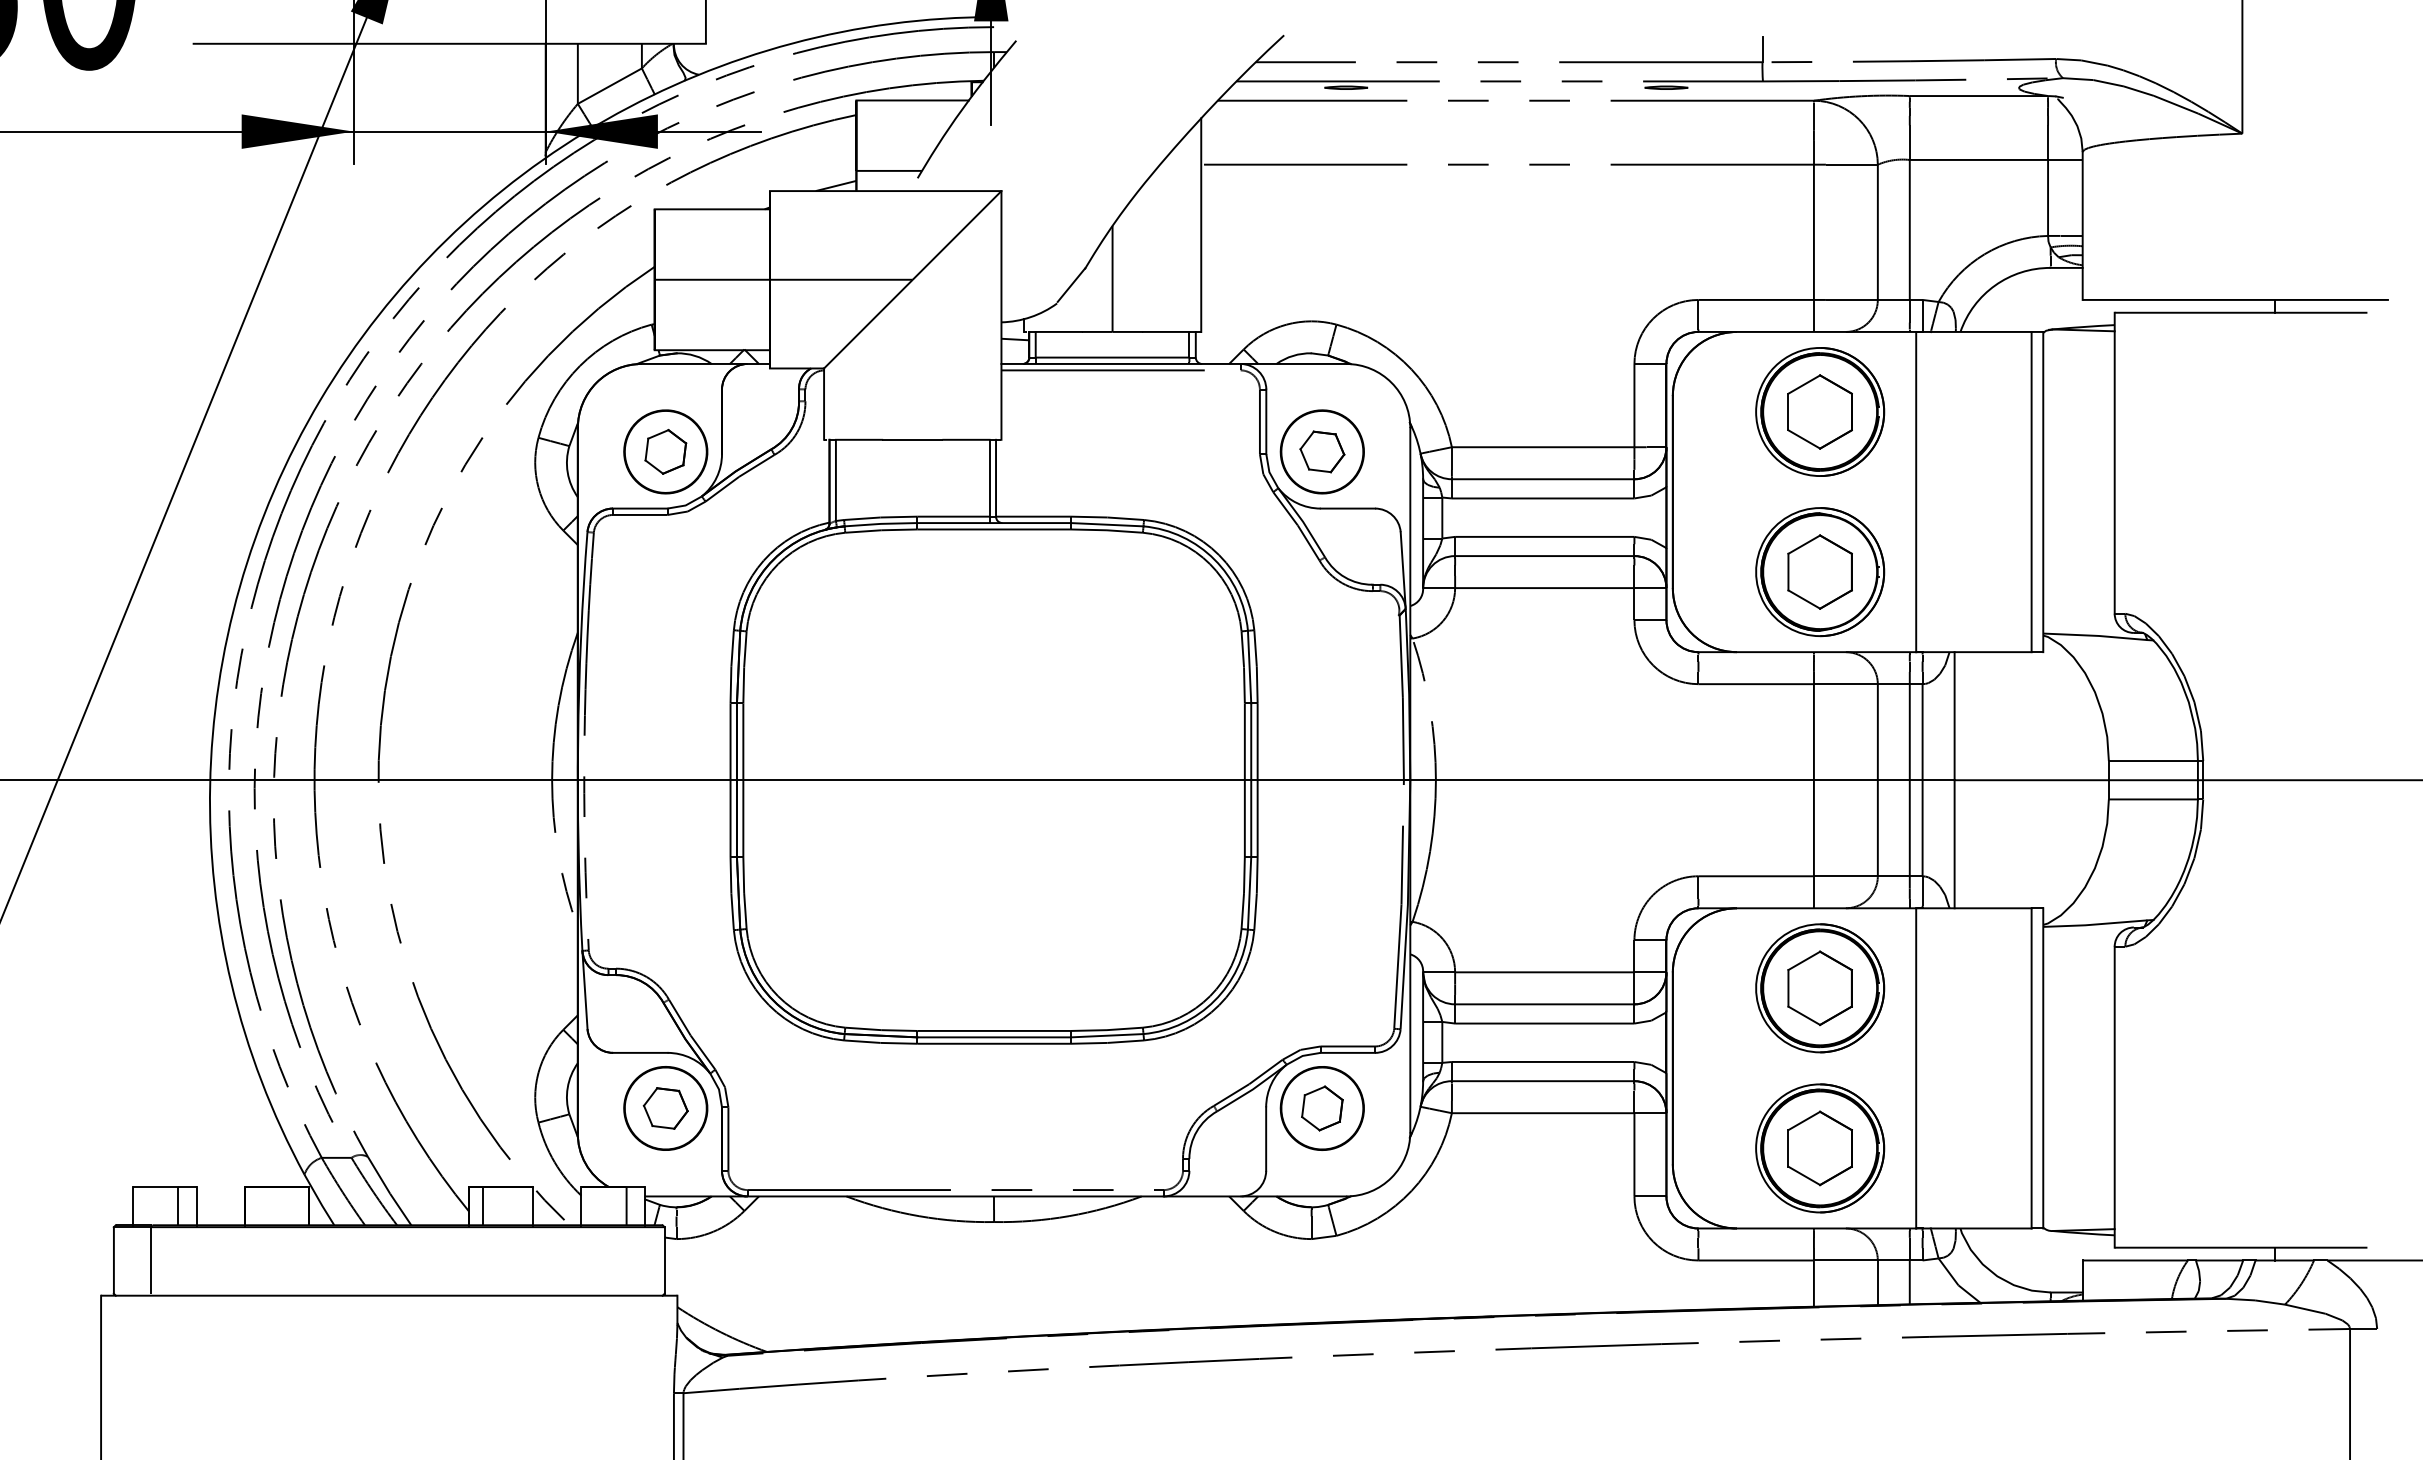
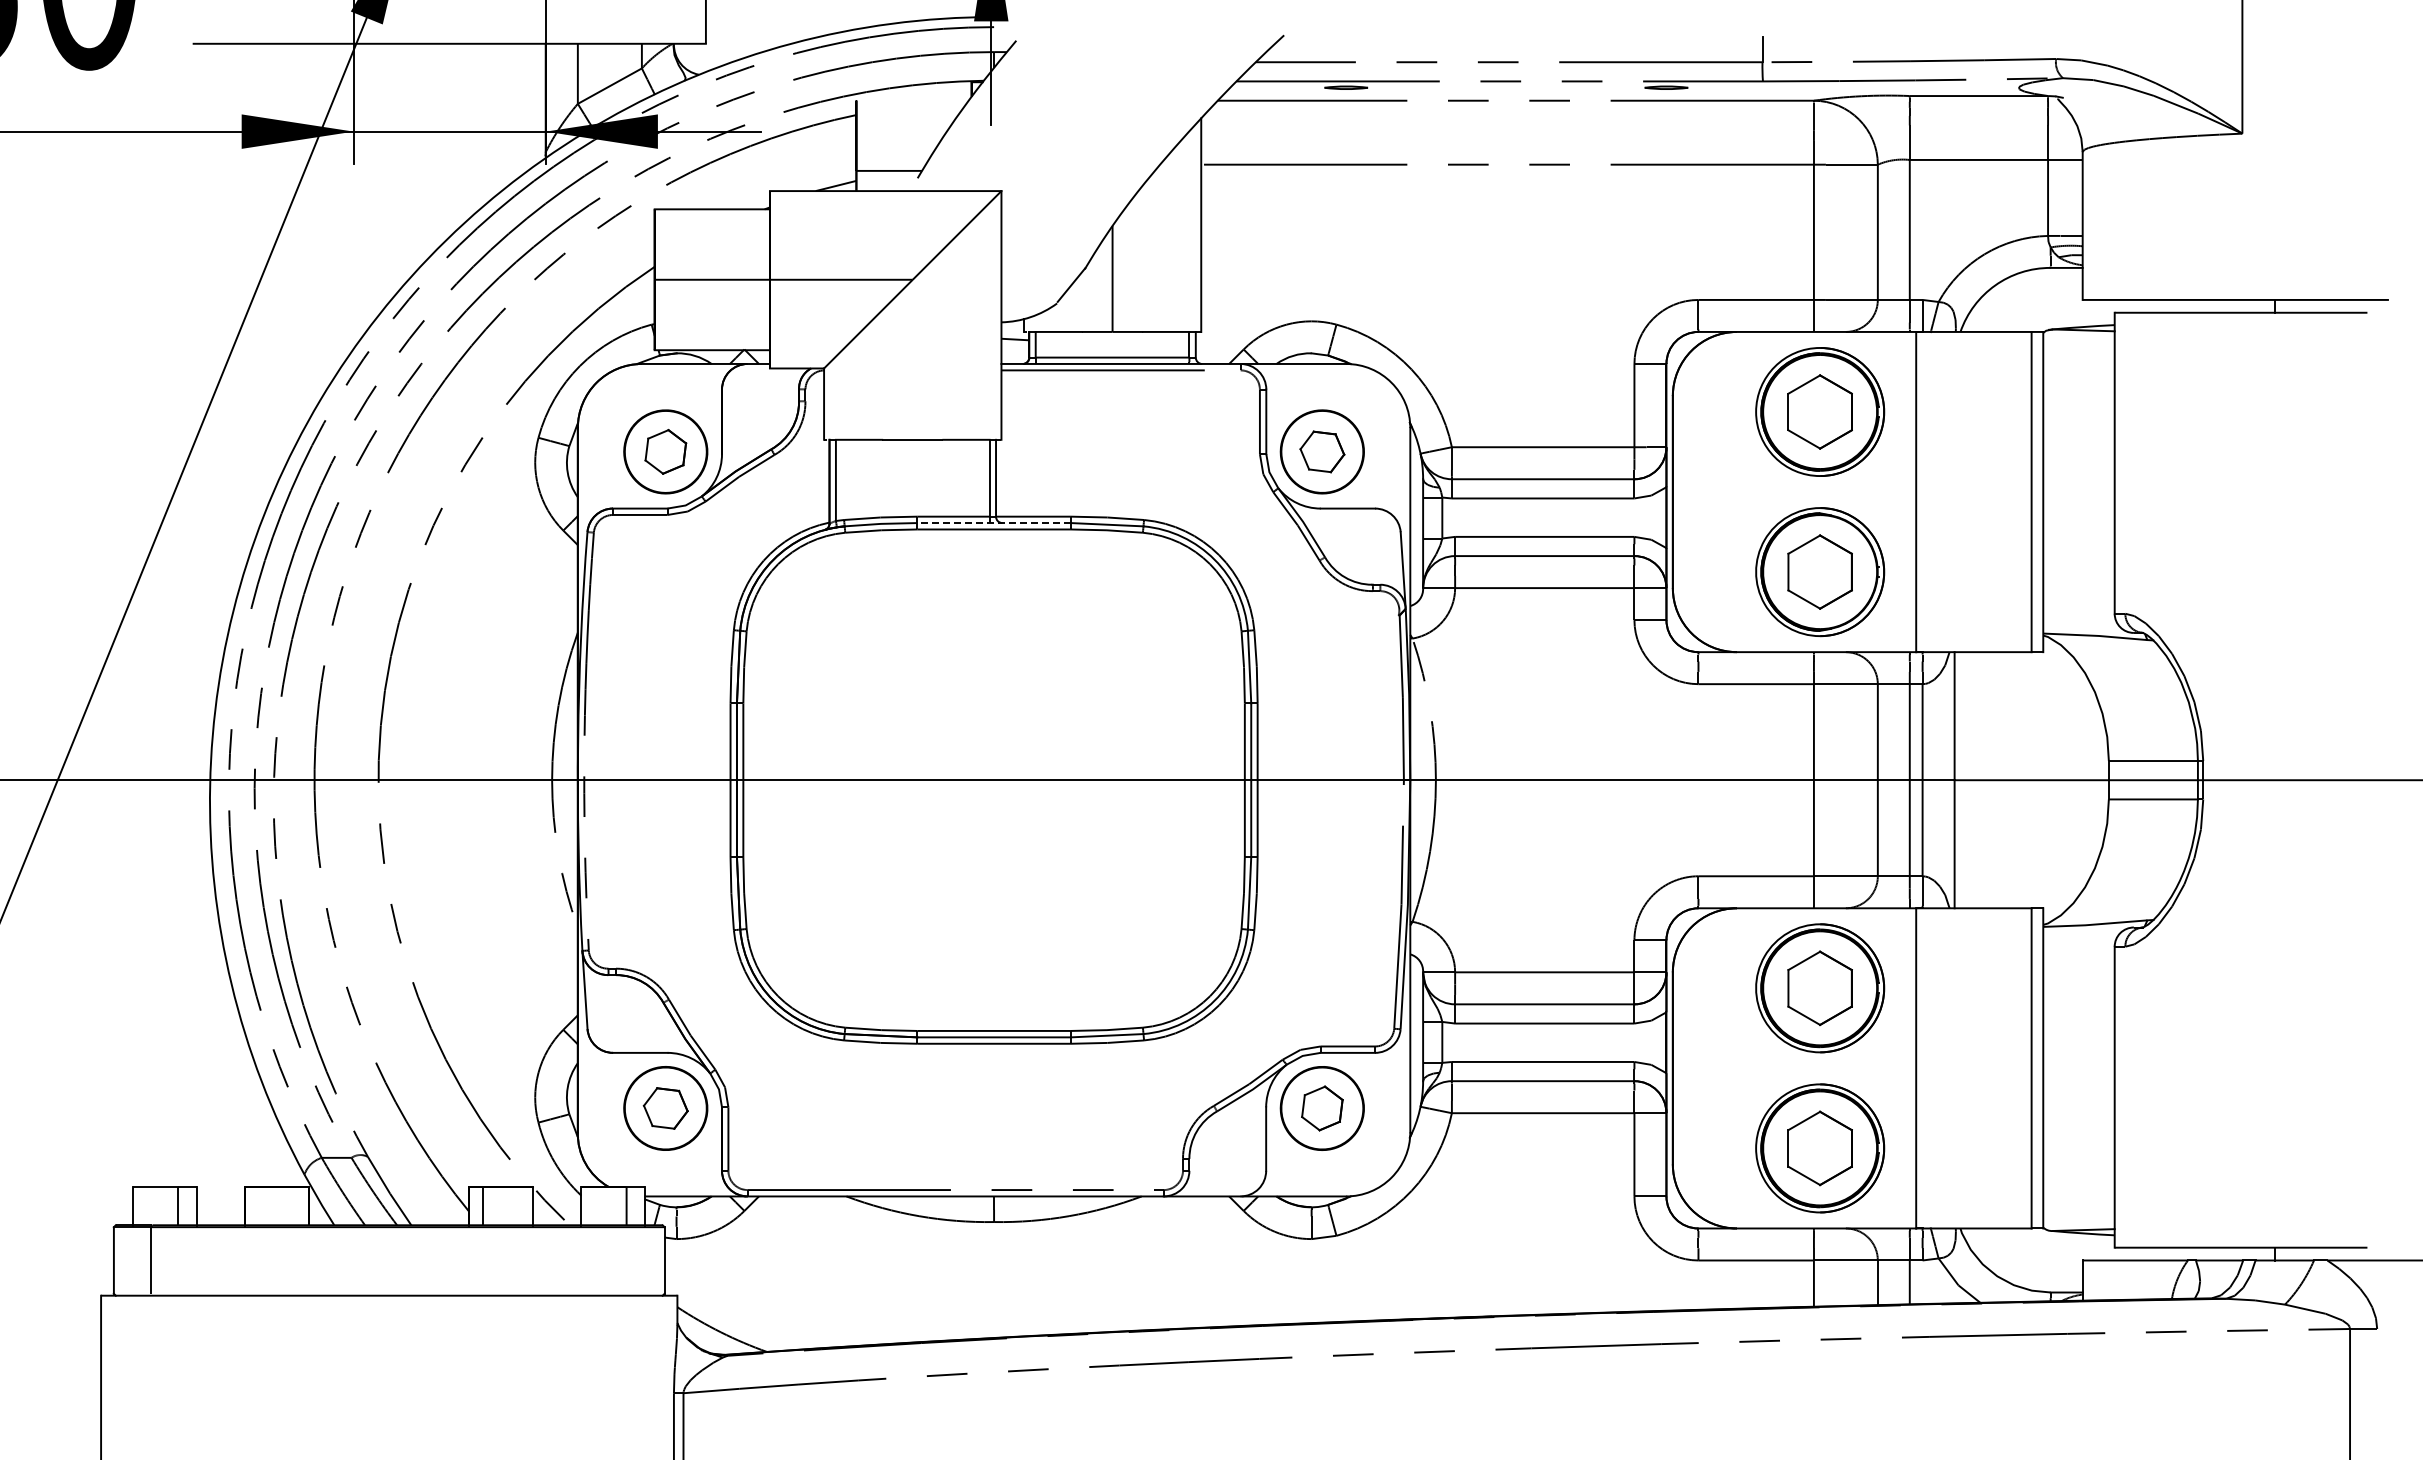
line at (912, 100): present -> none
line at (994, 523): solid -> dashed
